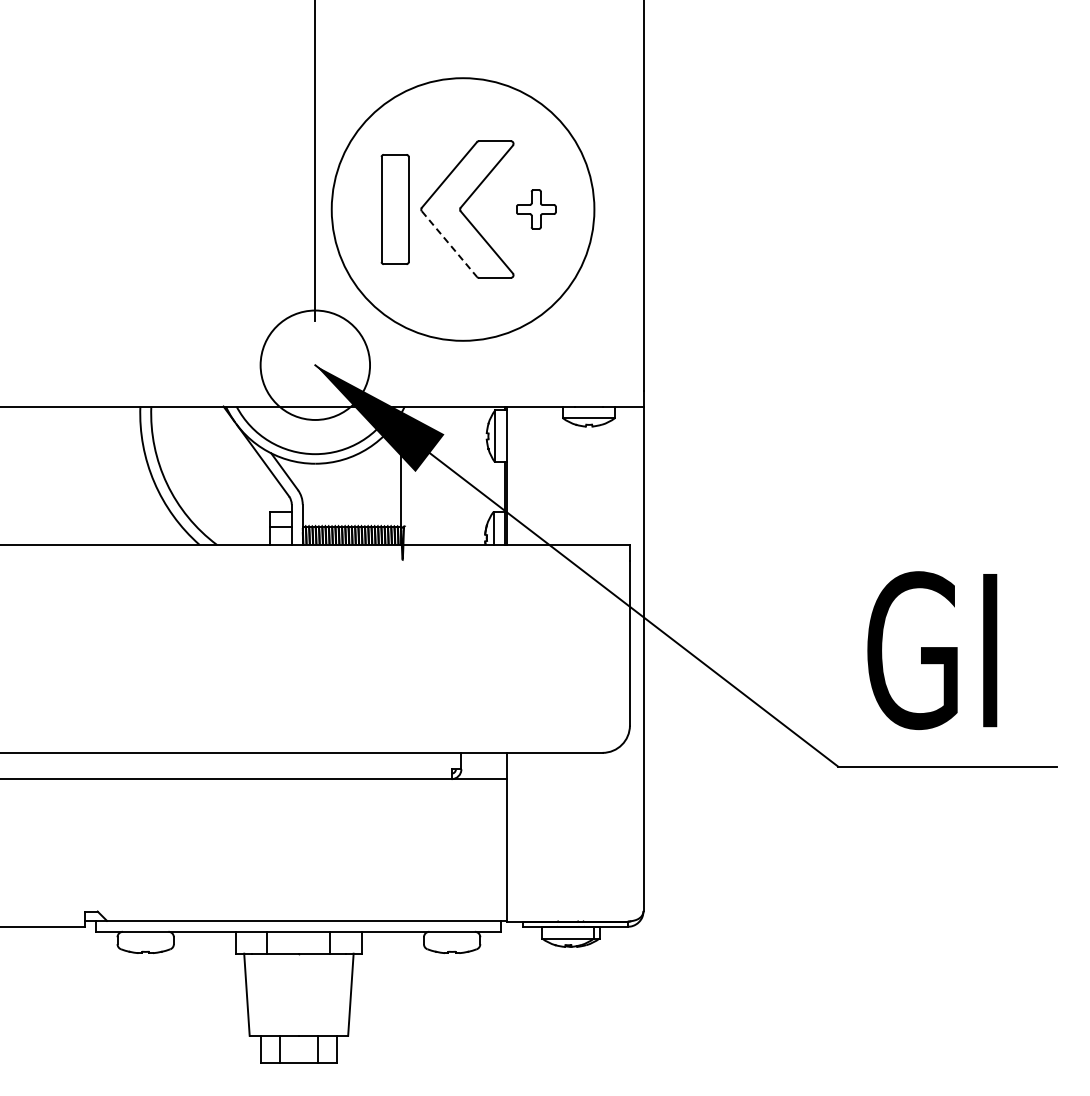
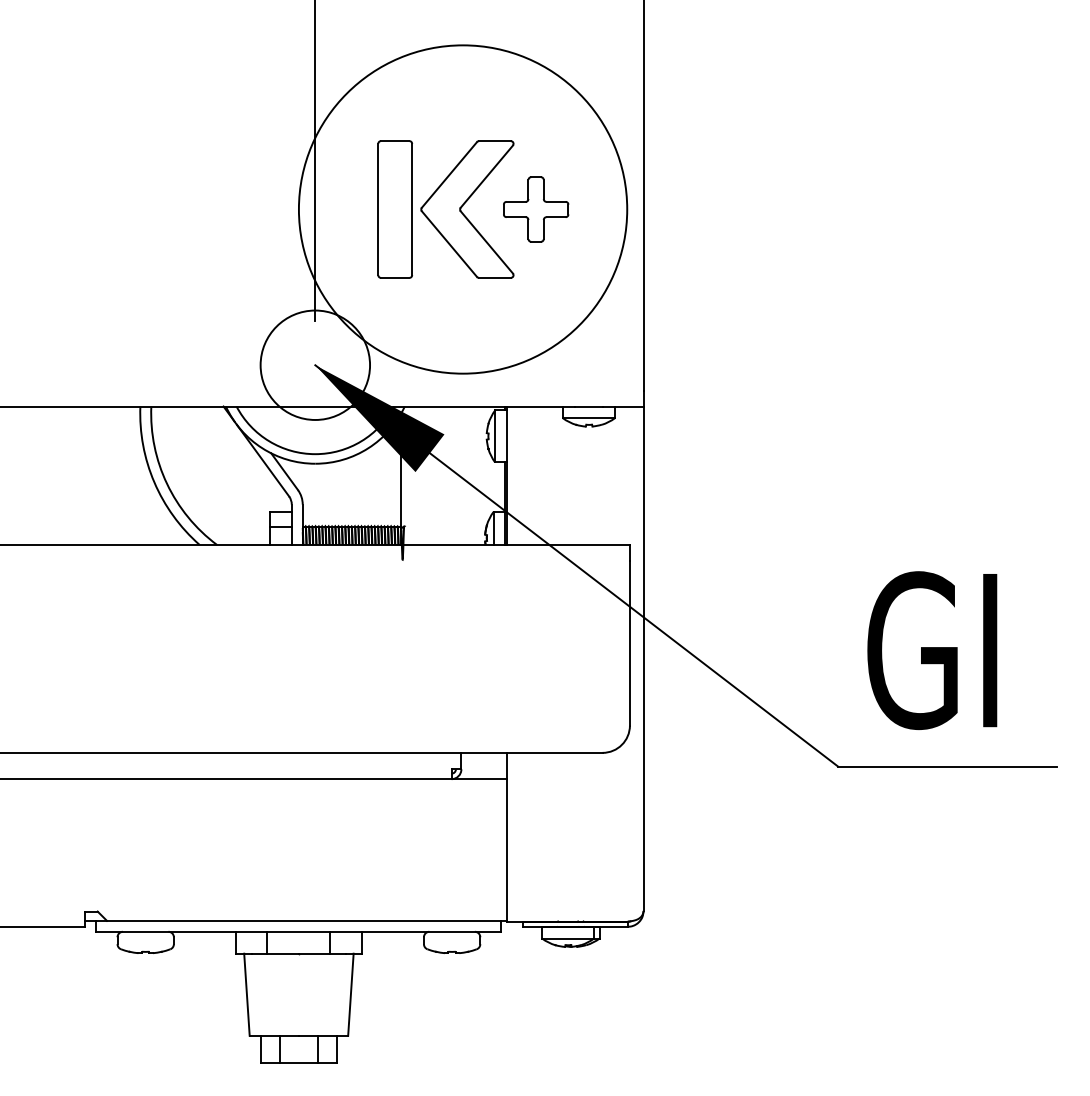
part at (394, 209) size: 30x111 px -> 36x139 px
circle at (462, 209) diameter: 263 px -> 328 px
part at (536, 209) size: 41x41 px -> 67x67 px
line at (449, 244): dashed -> solid
